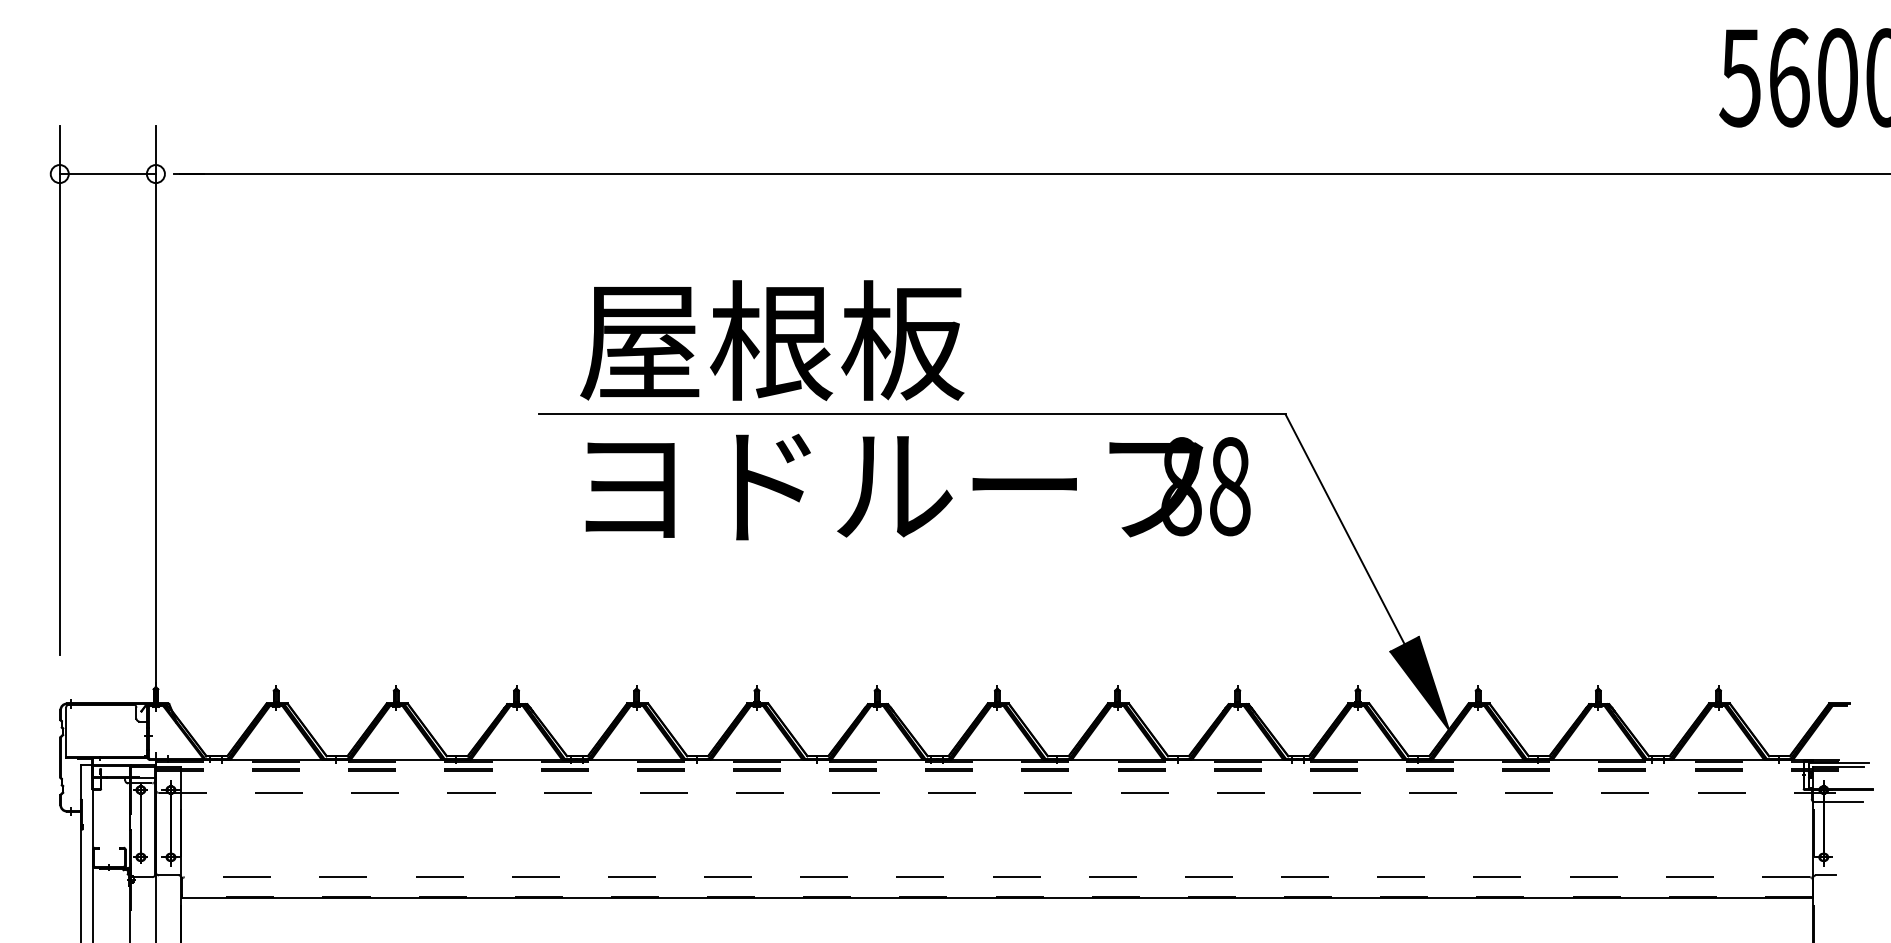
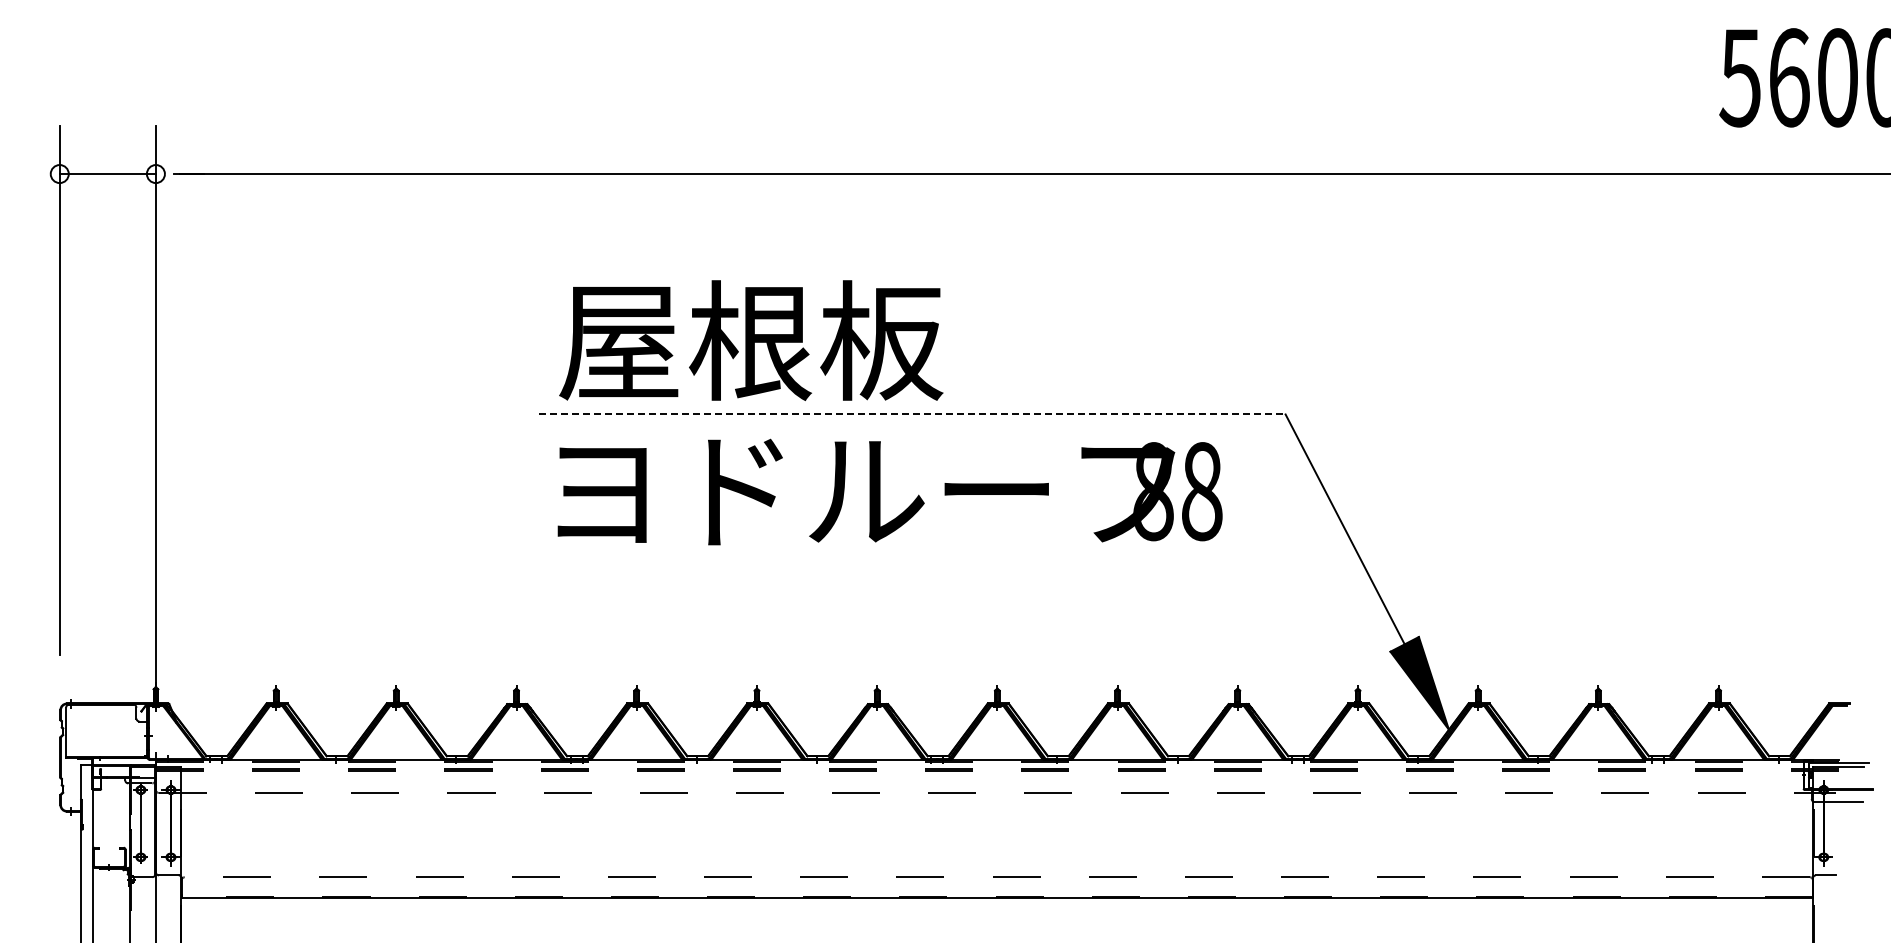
text at (772, 340) position: (772, 340) -> (751, 340)
line at (912, 414): solid -> dashed
text at (917, 486) position: (917, 486) -> (889, 491)
